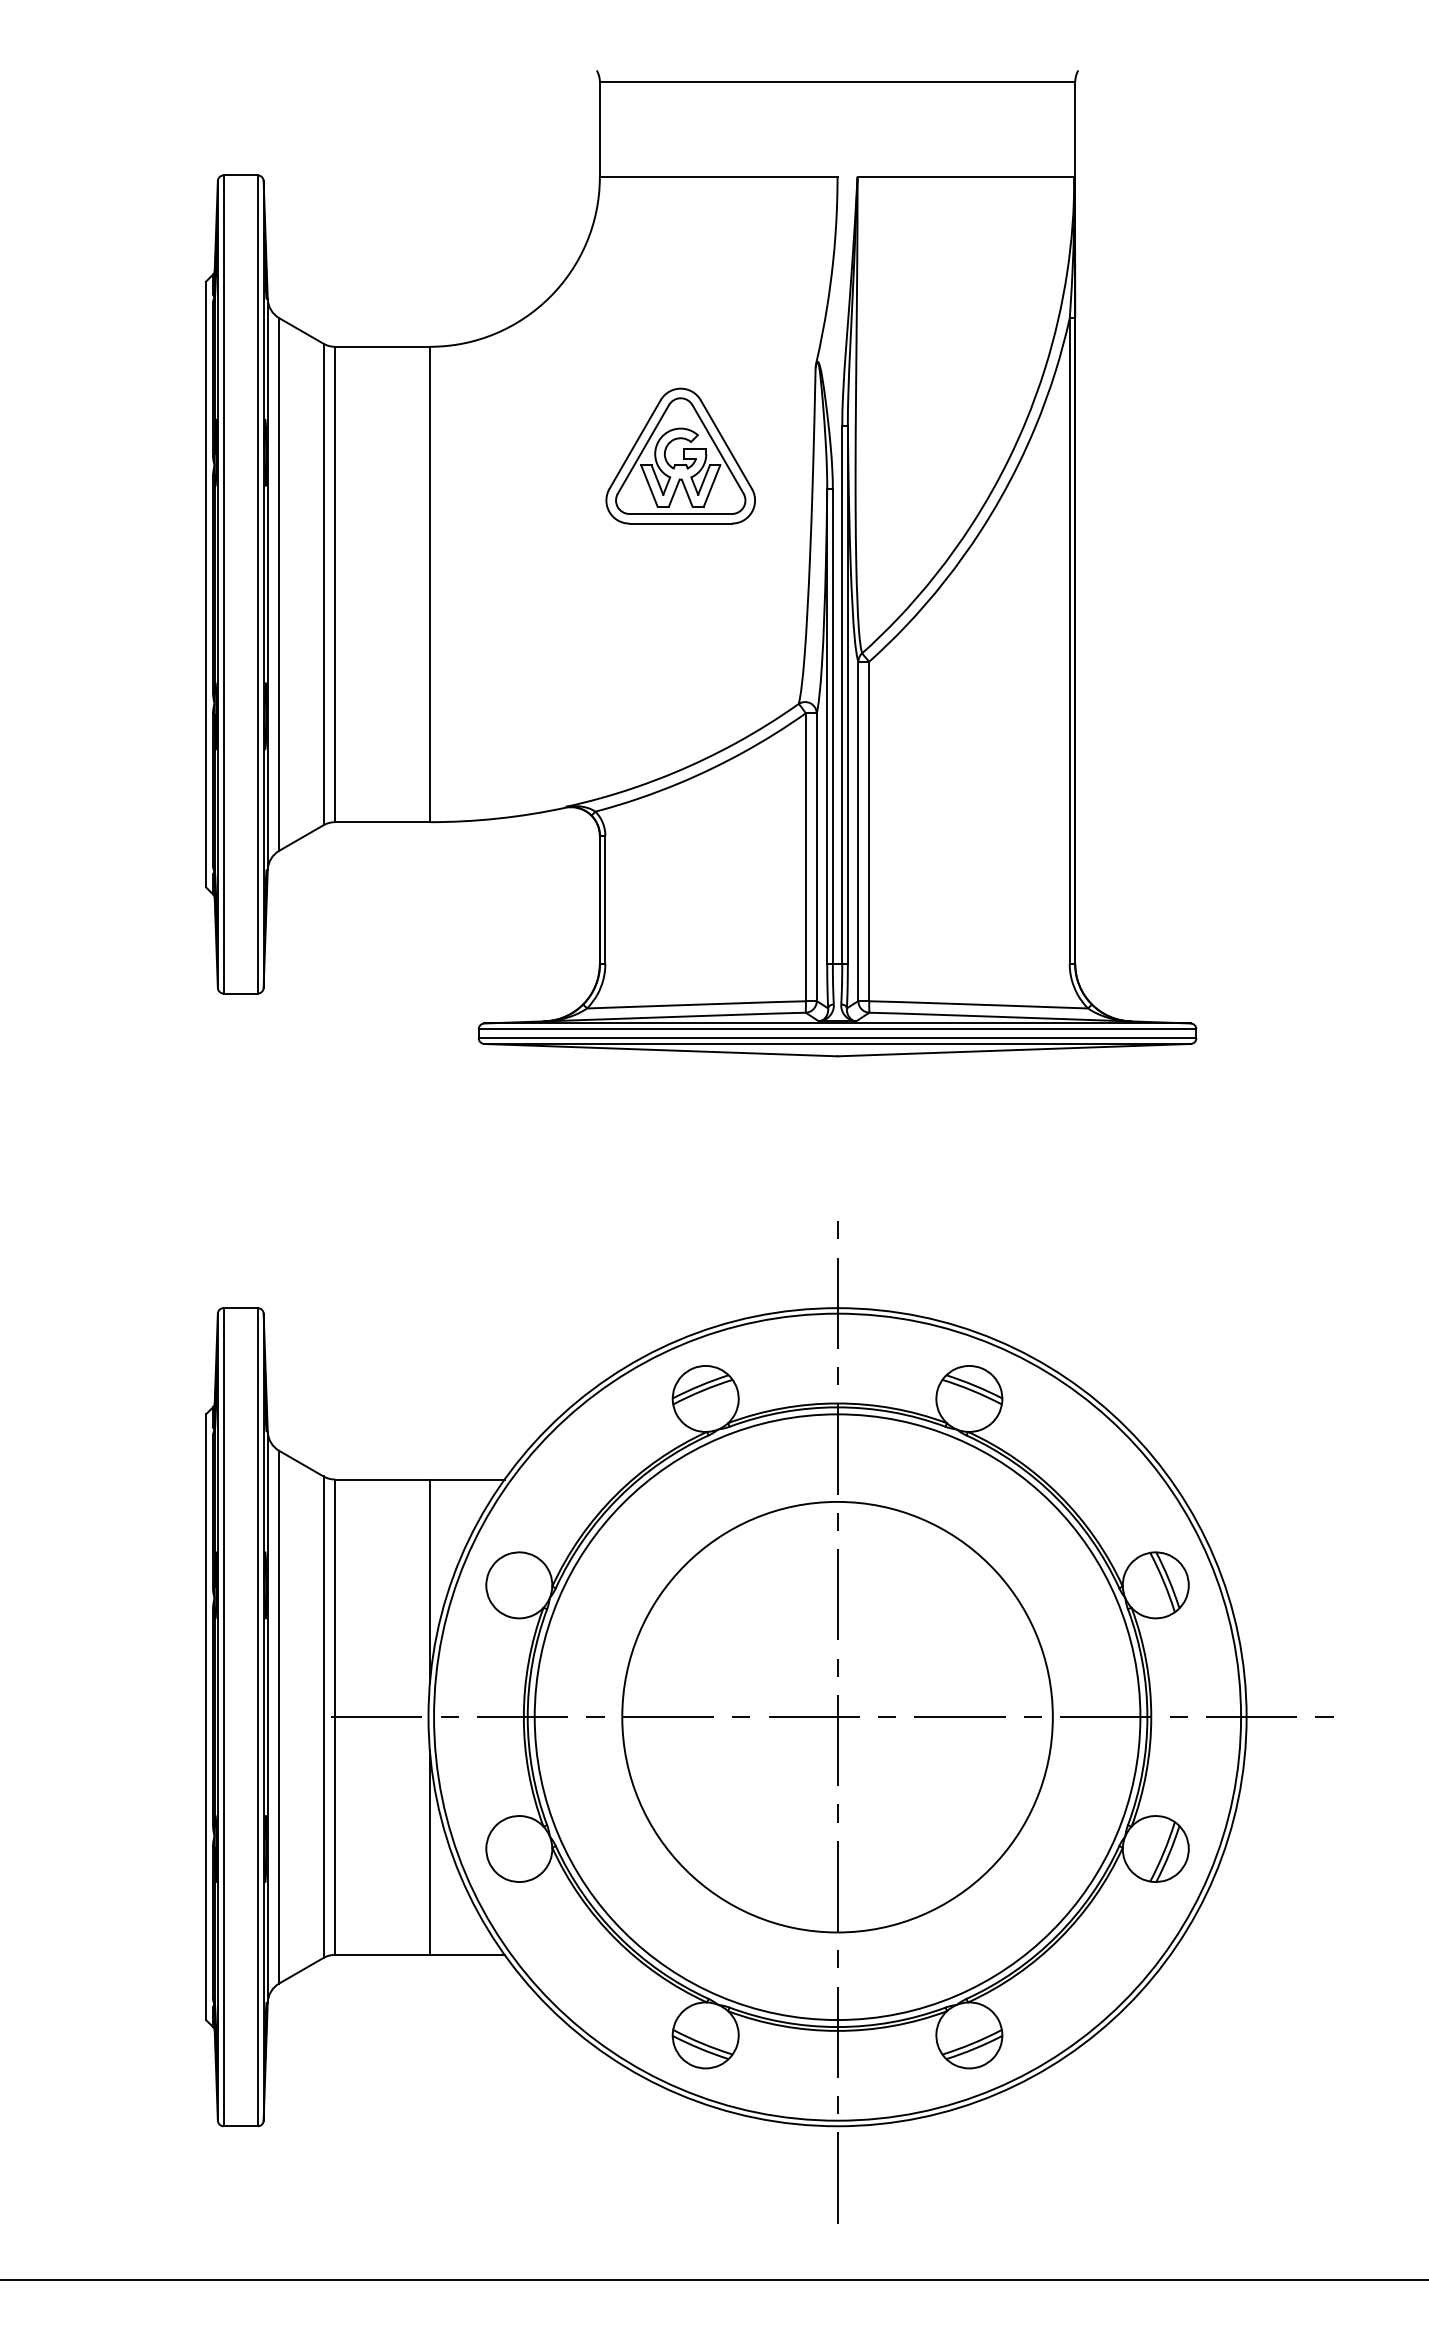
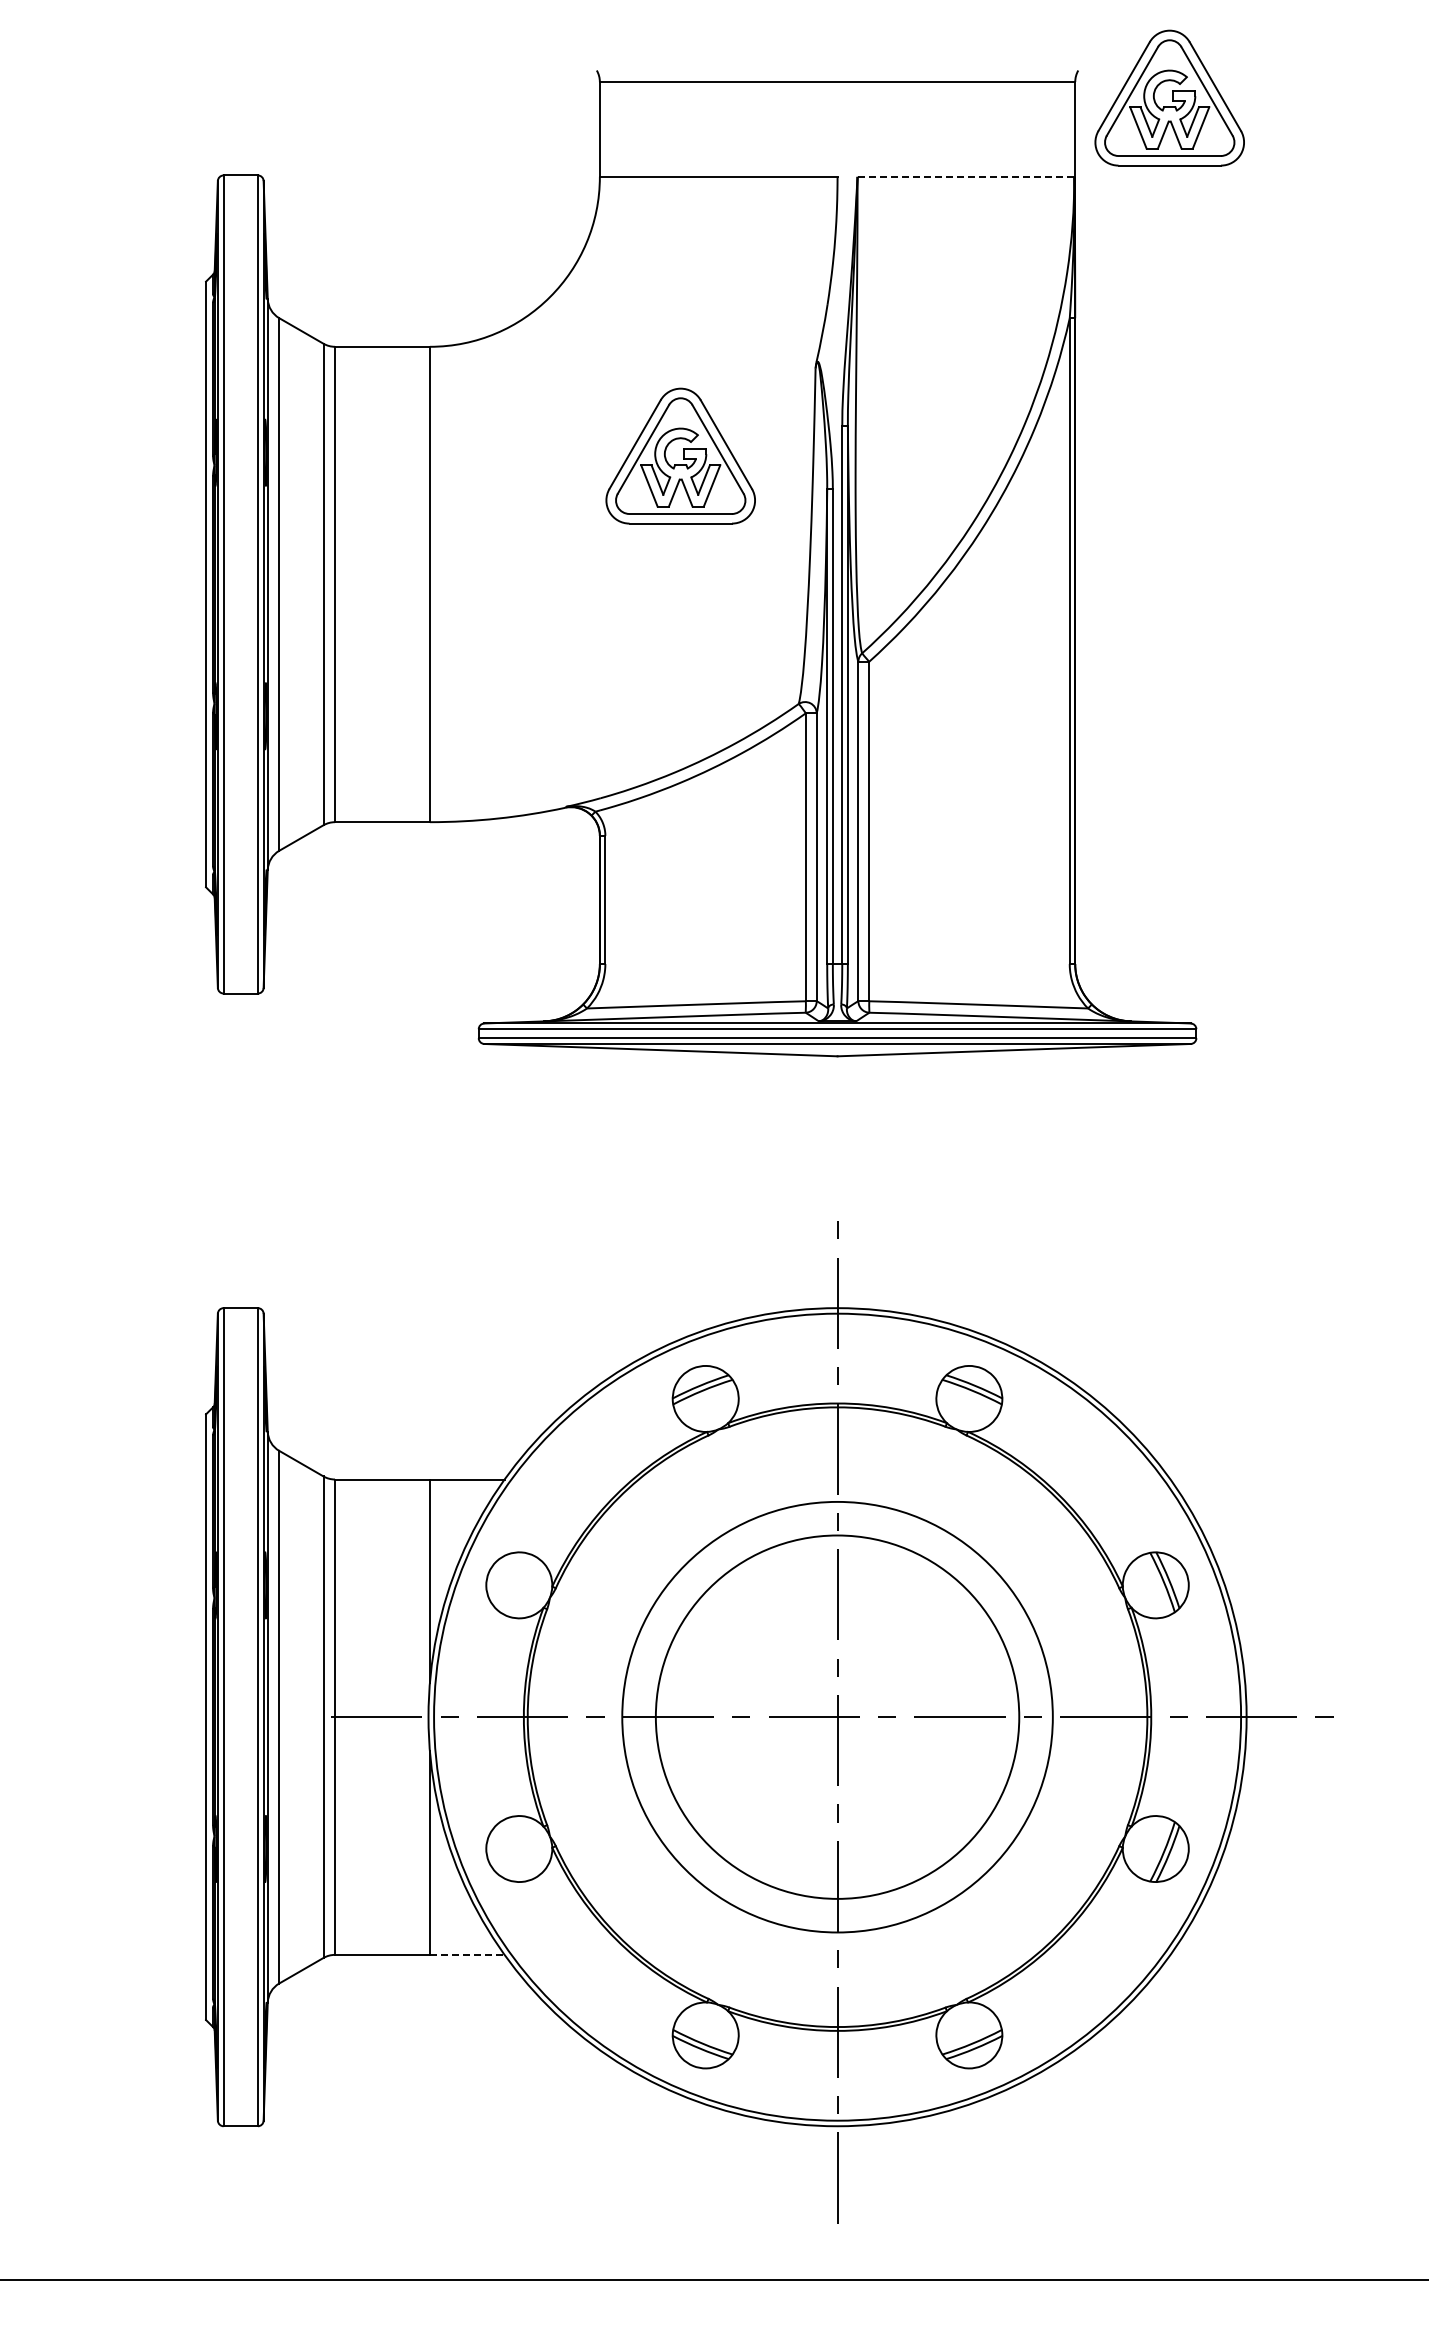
part at (1169, 97): none -> present
line at (965, 176): solid -> dashed
circle at (837, 1717) diameter: 606 px -> 363 px
line at (467, 1954): solid -> dashed
